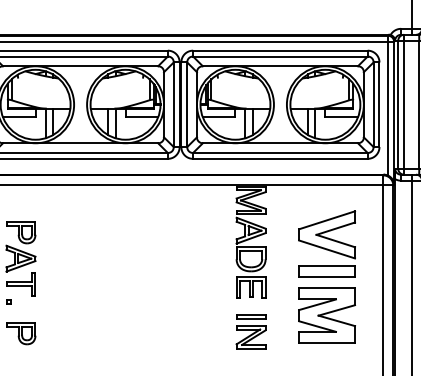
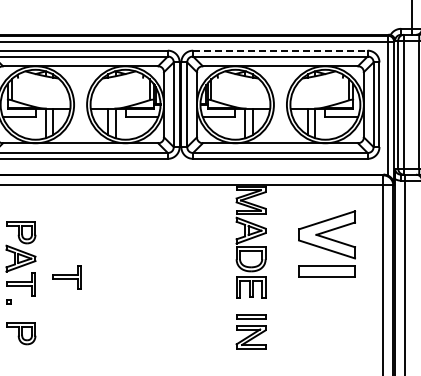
line at (280, 50): solid -> dashed
line at (412, 273) position: (412, 273) -> (405, 273)
part at (66, 277): none -> present
part at (326, 315): present -> none
